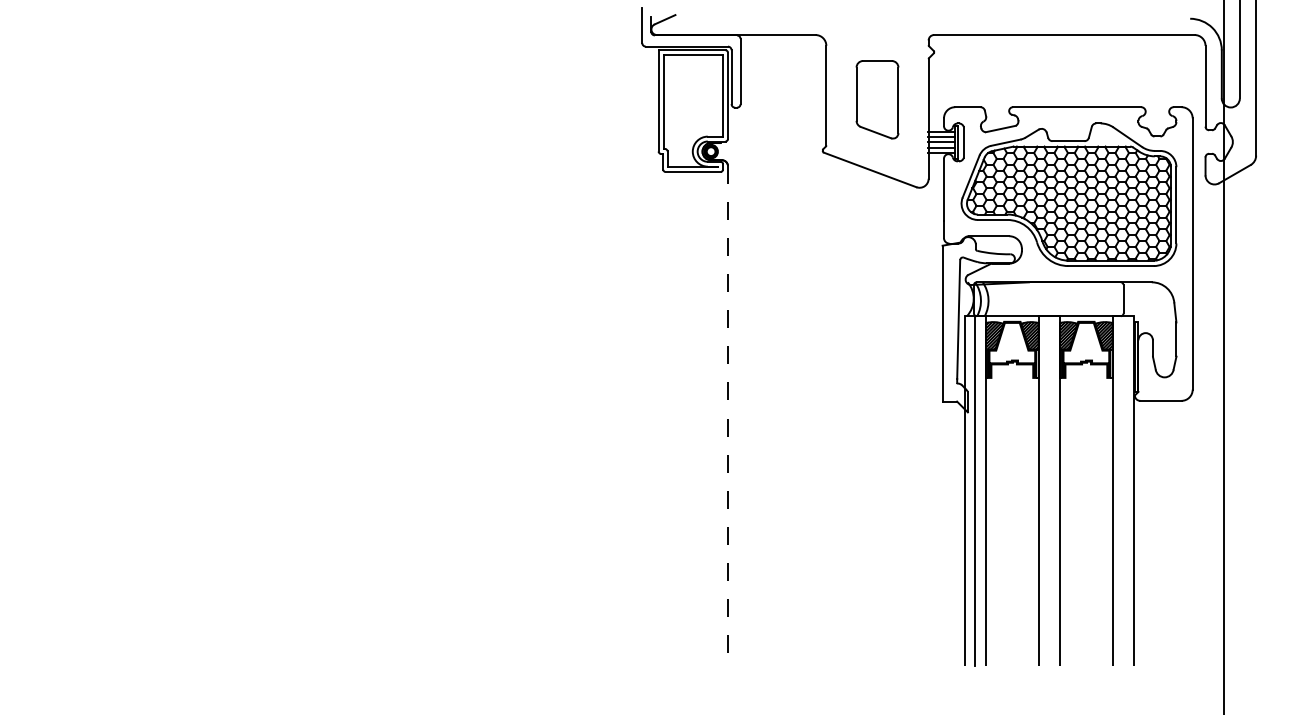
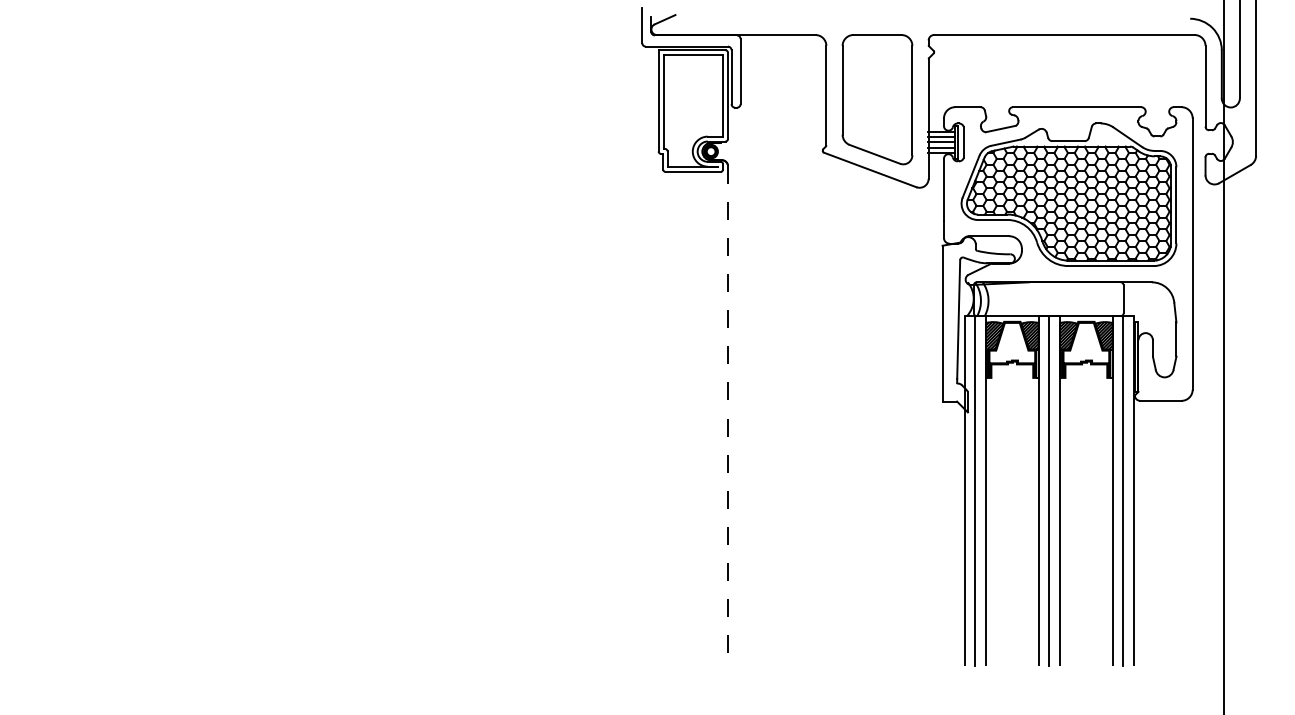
part at (877, 99) size: 45x80 px -> 73x132 px
line at (1049, 491): none -> present
line at (1123, 491): none -> present
